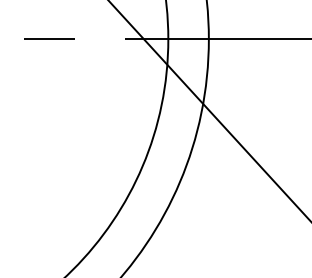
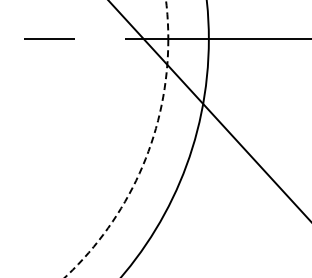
circle at (116, 138): solid -> dashed
